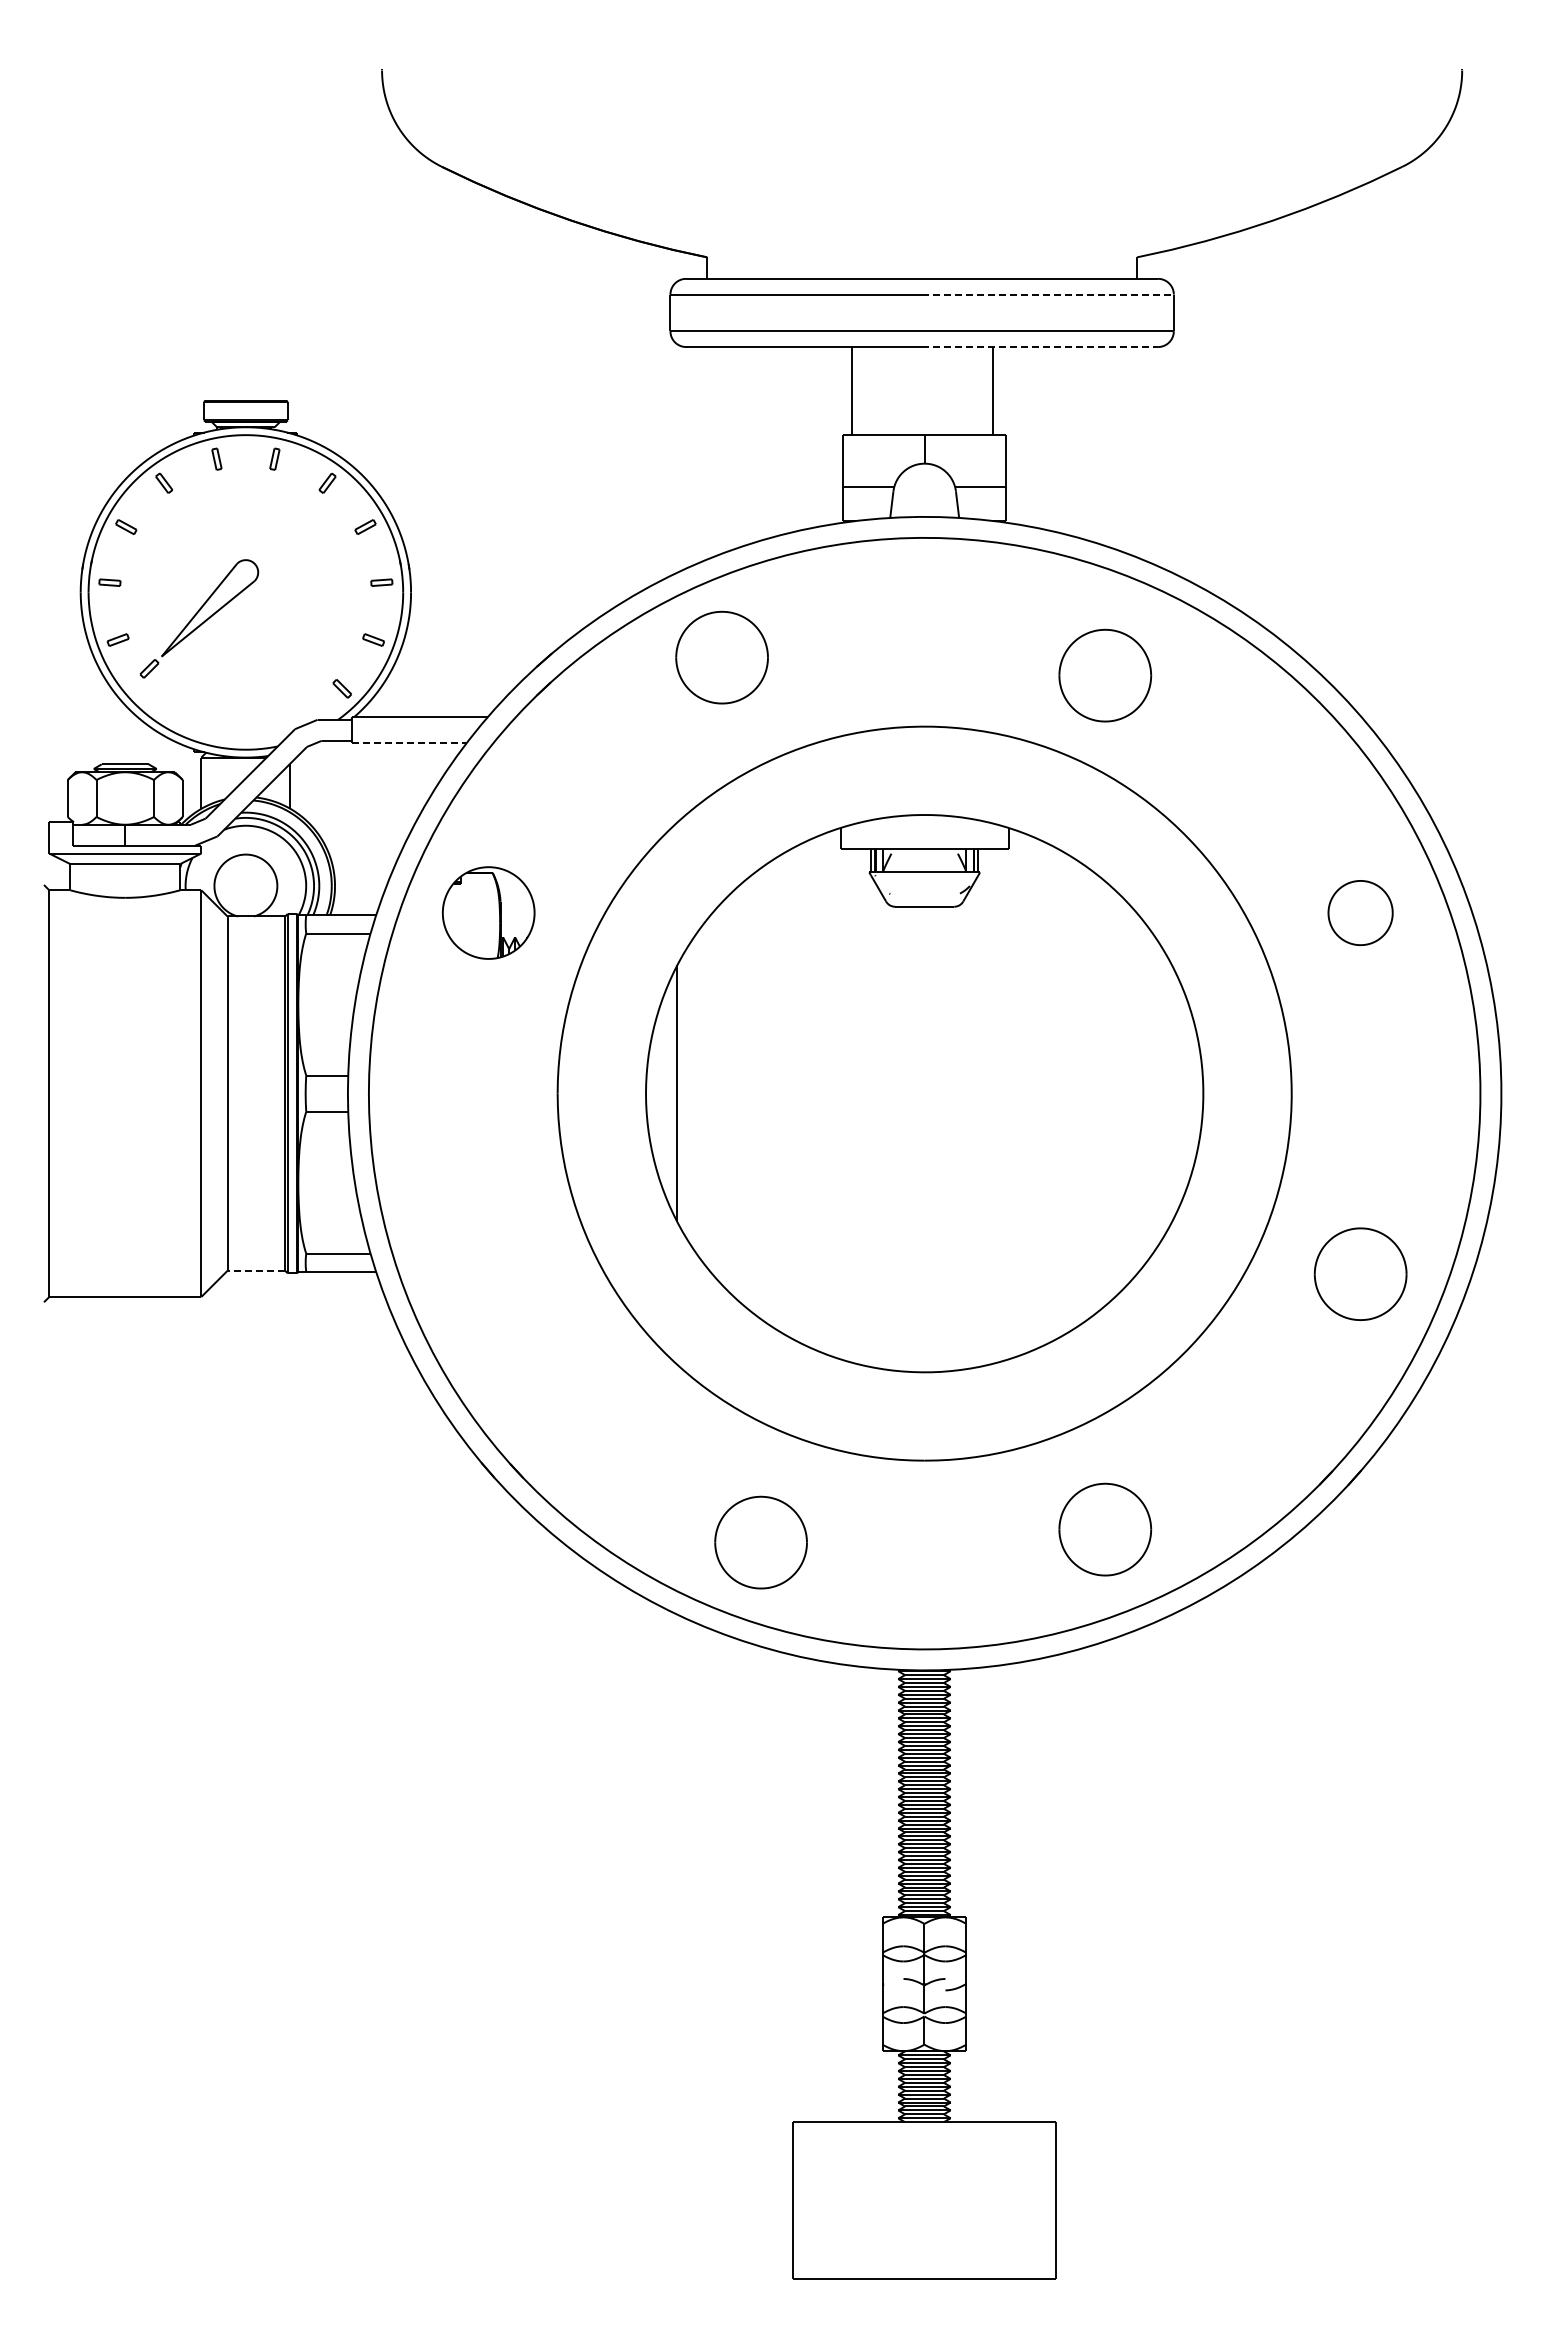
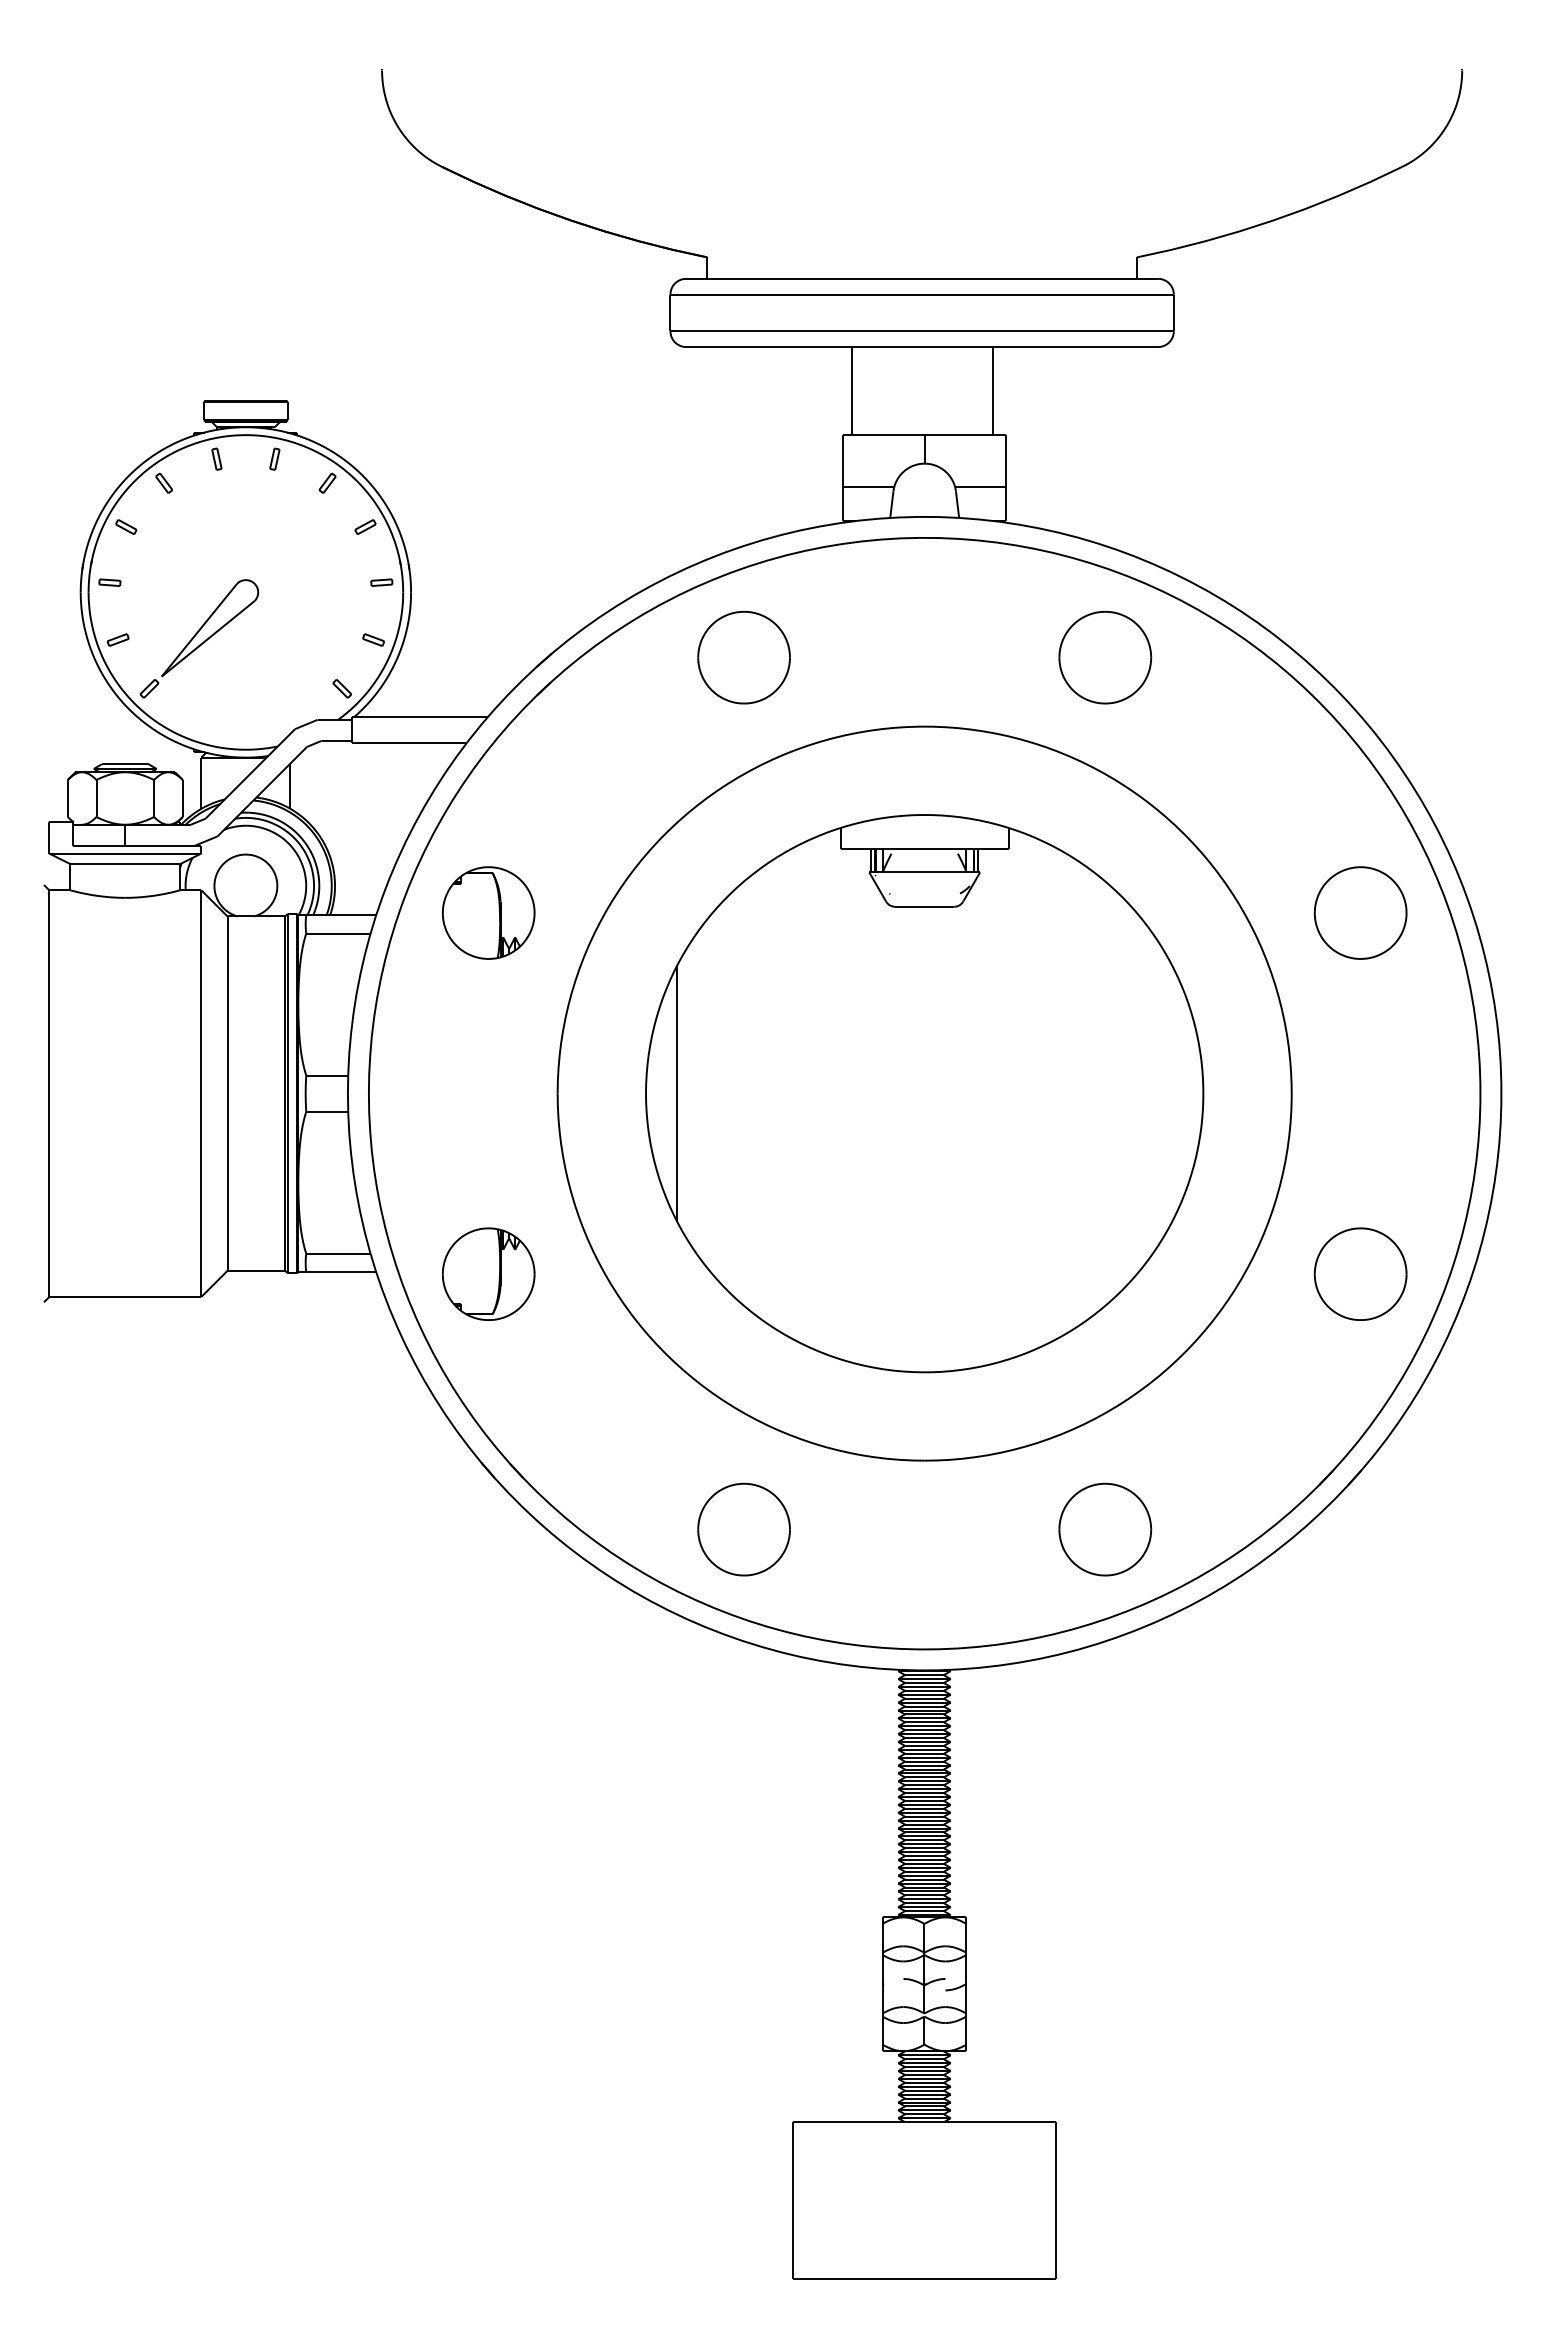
line at (1047, 294): dashed -> solid
line at (1040, 347): dashed -> solid
part at (199, 618) position: (199, 618) -> (199, 638)
part at (721, 657) position: (721, 657) -> (743, 657)
part at (1105, 675) position: (1105, 675) -> (1105, 657)
line at (409, 743): dashed -> solid
part at (1360, 912) size: 67x66 px -> 95x94 px
line at (256, 1270): dashed -> solid
part at (488, 1273): none -> present
part at (760, 1542) position: (760, 1542) -> (743, 1529)
